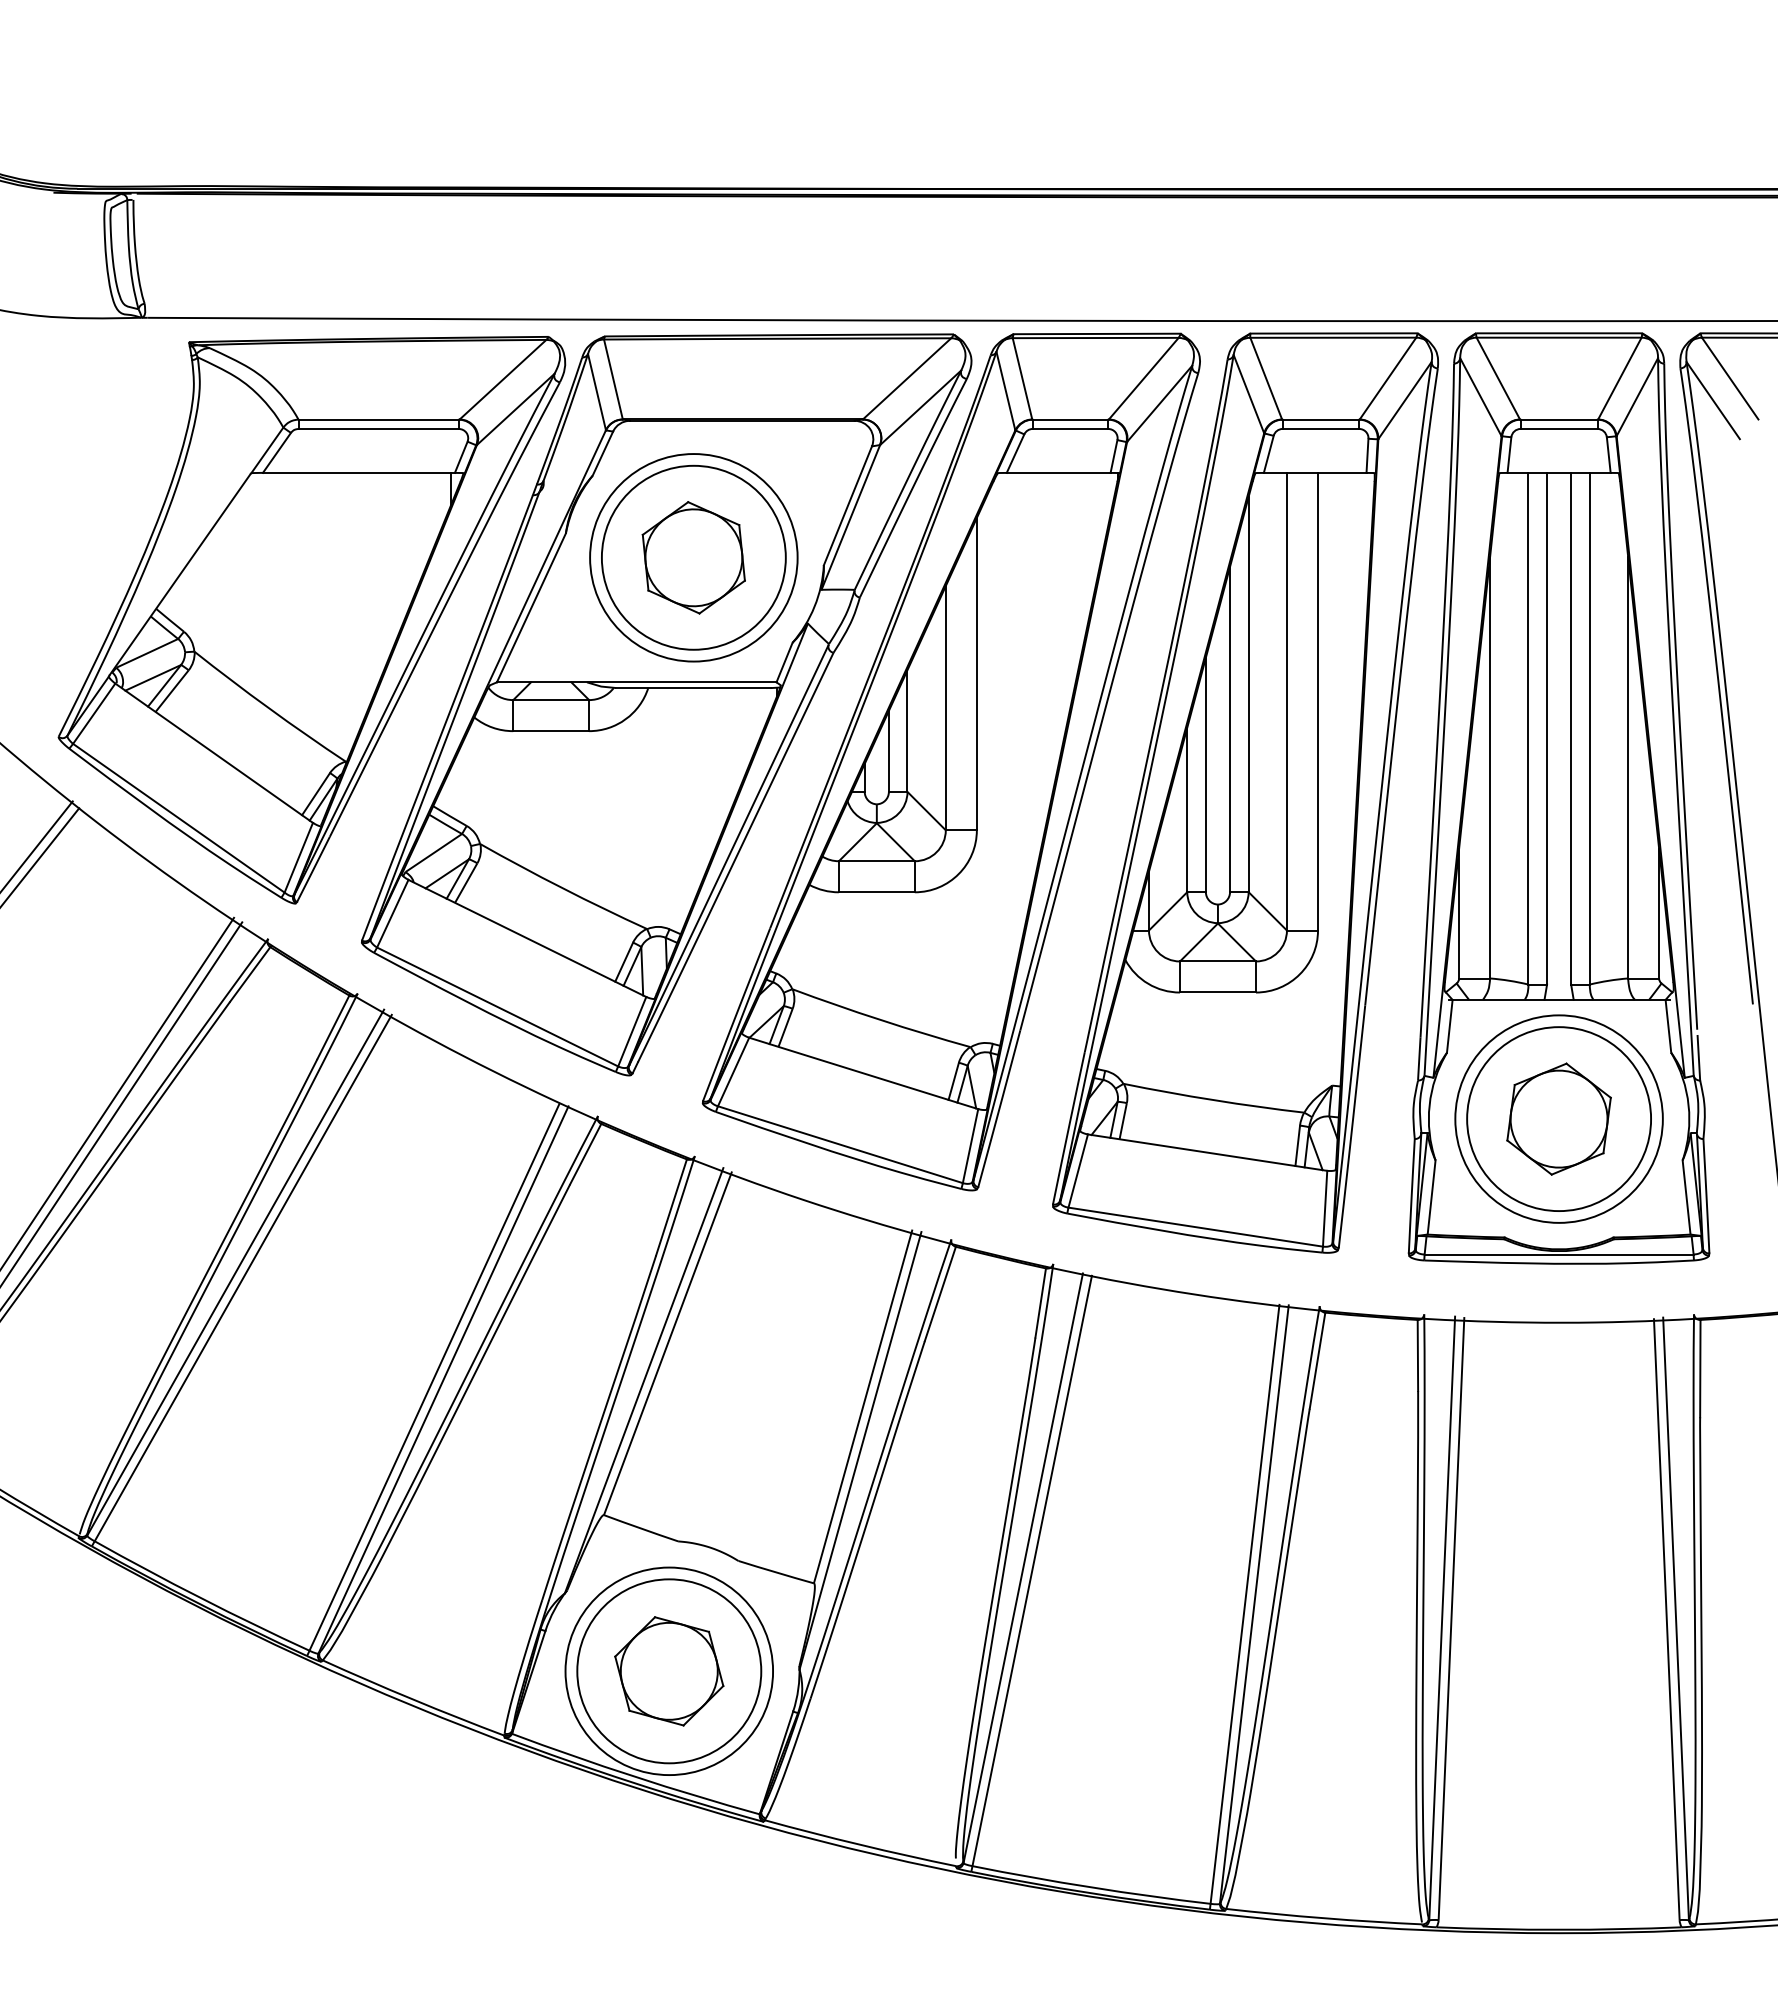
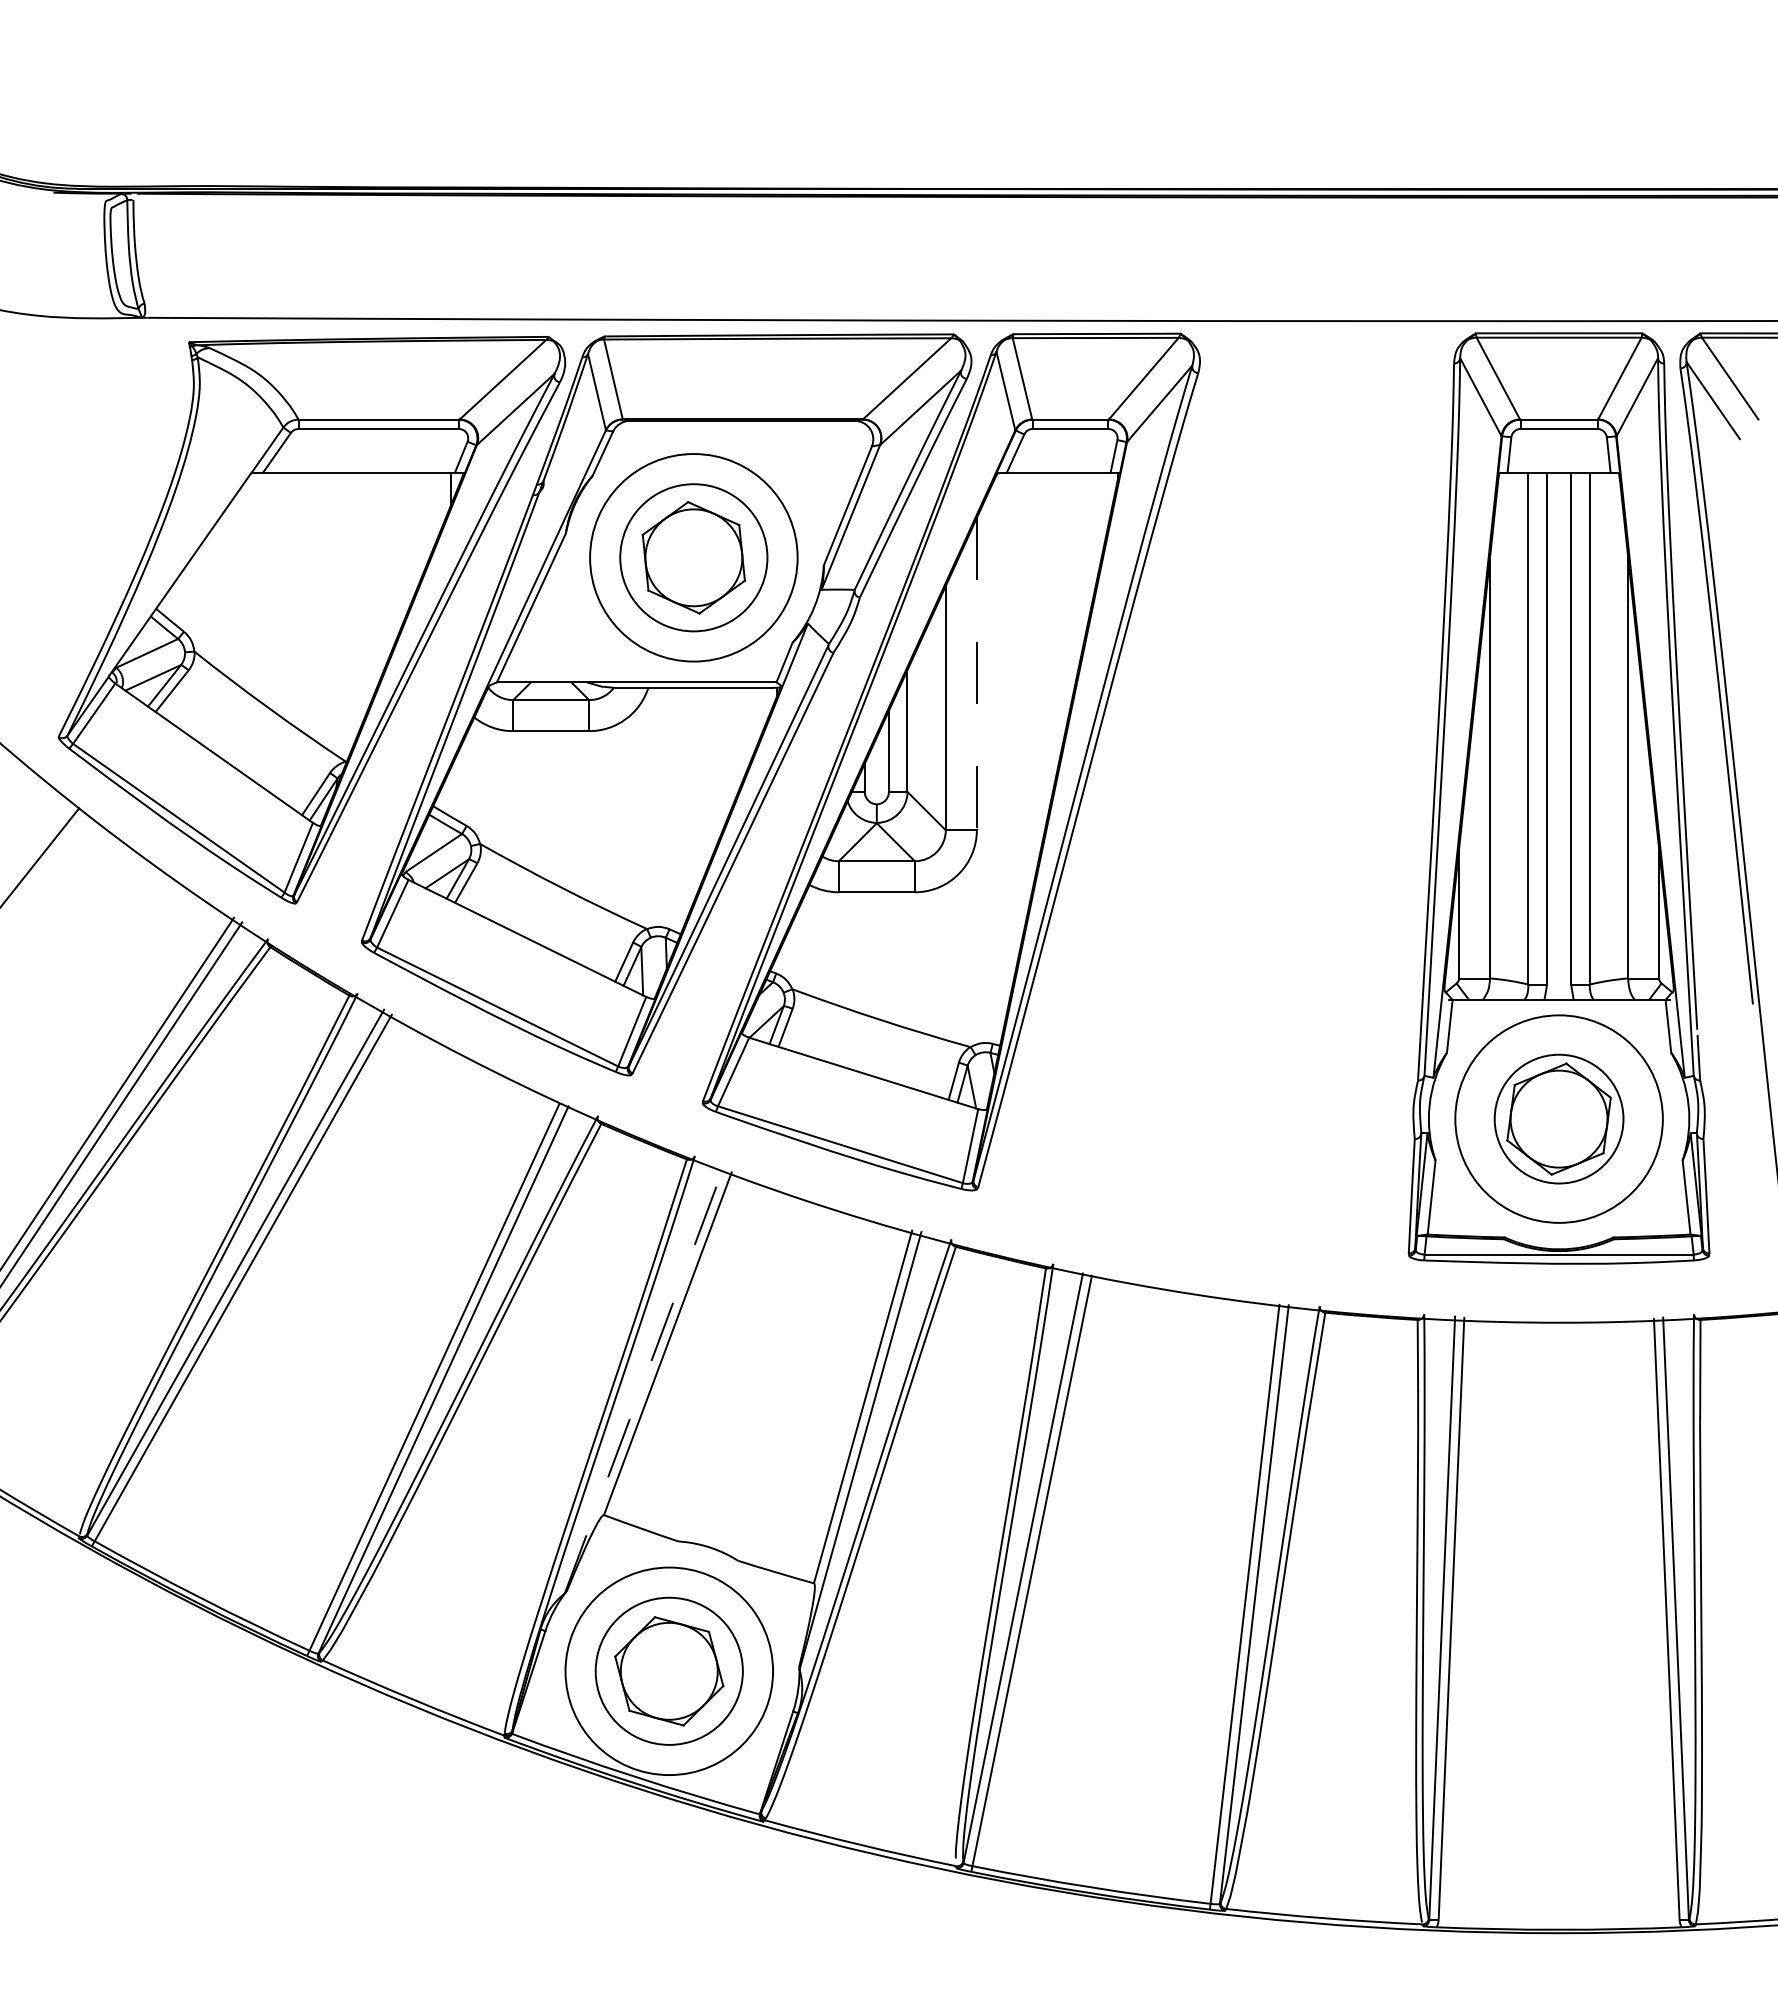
circle at (693, 557) diameter: 184 px -> 147 px
line at (976, 674): solid -> dashed
part at (1245, 792): present -> none
line at (37, 845): present -> none
circle at (1559, 1119) diameter: 184 px -> 129 px
line at (644, 1380): solid -> dashed
circle at (669, 1671) diameter: 184 px -> 147 px
